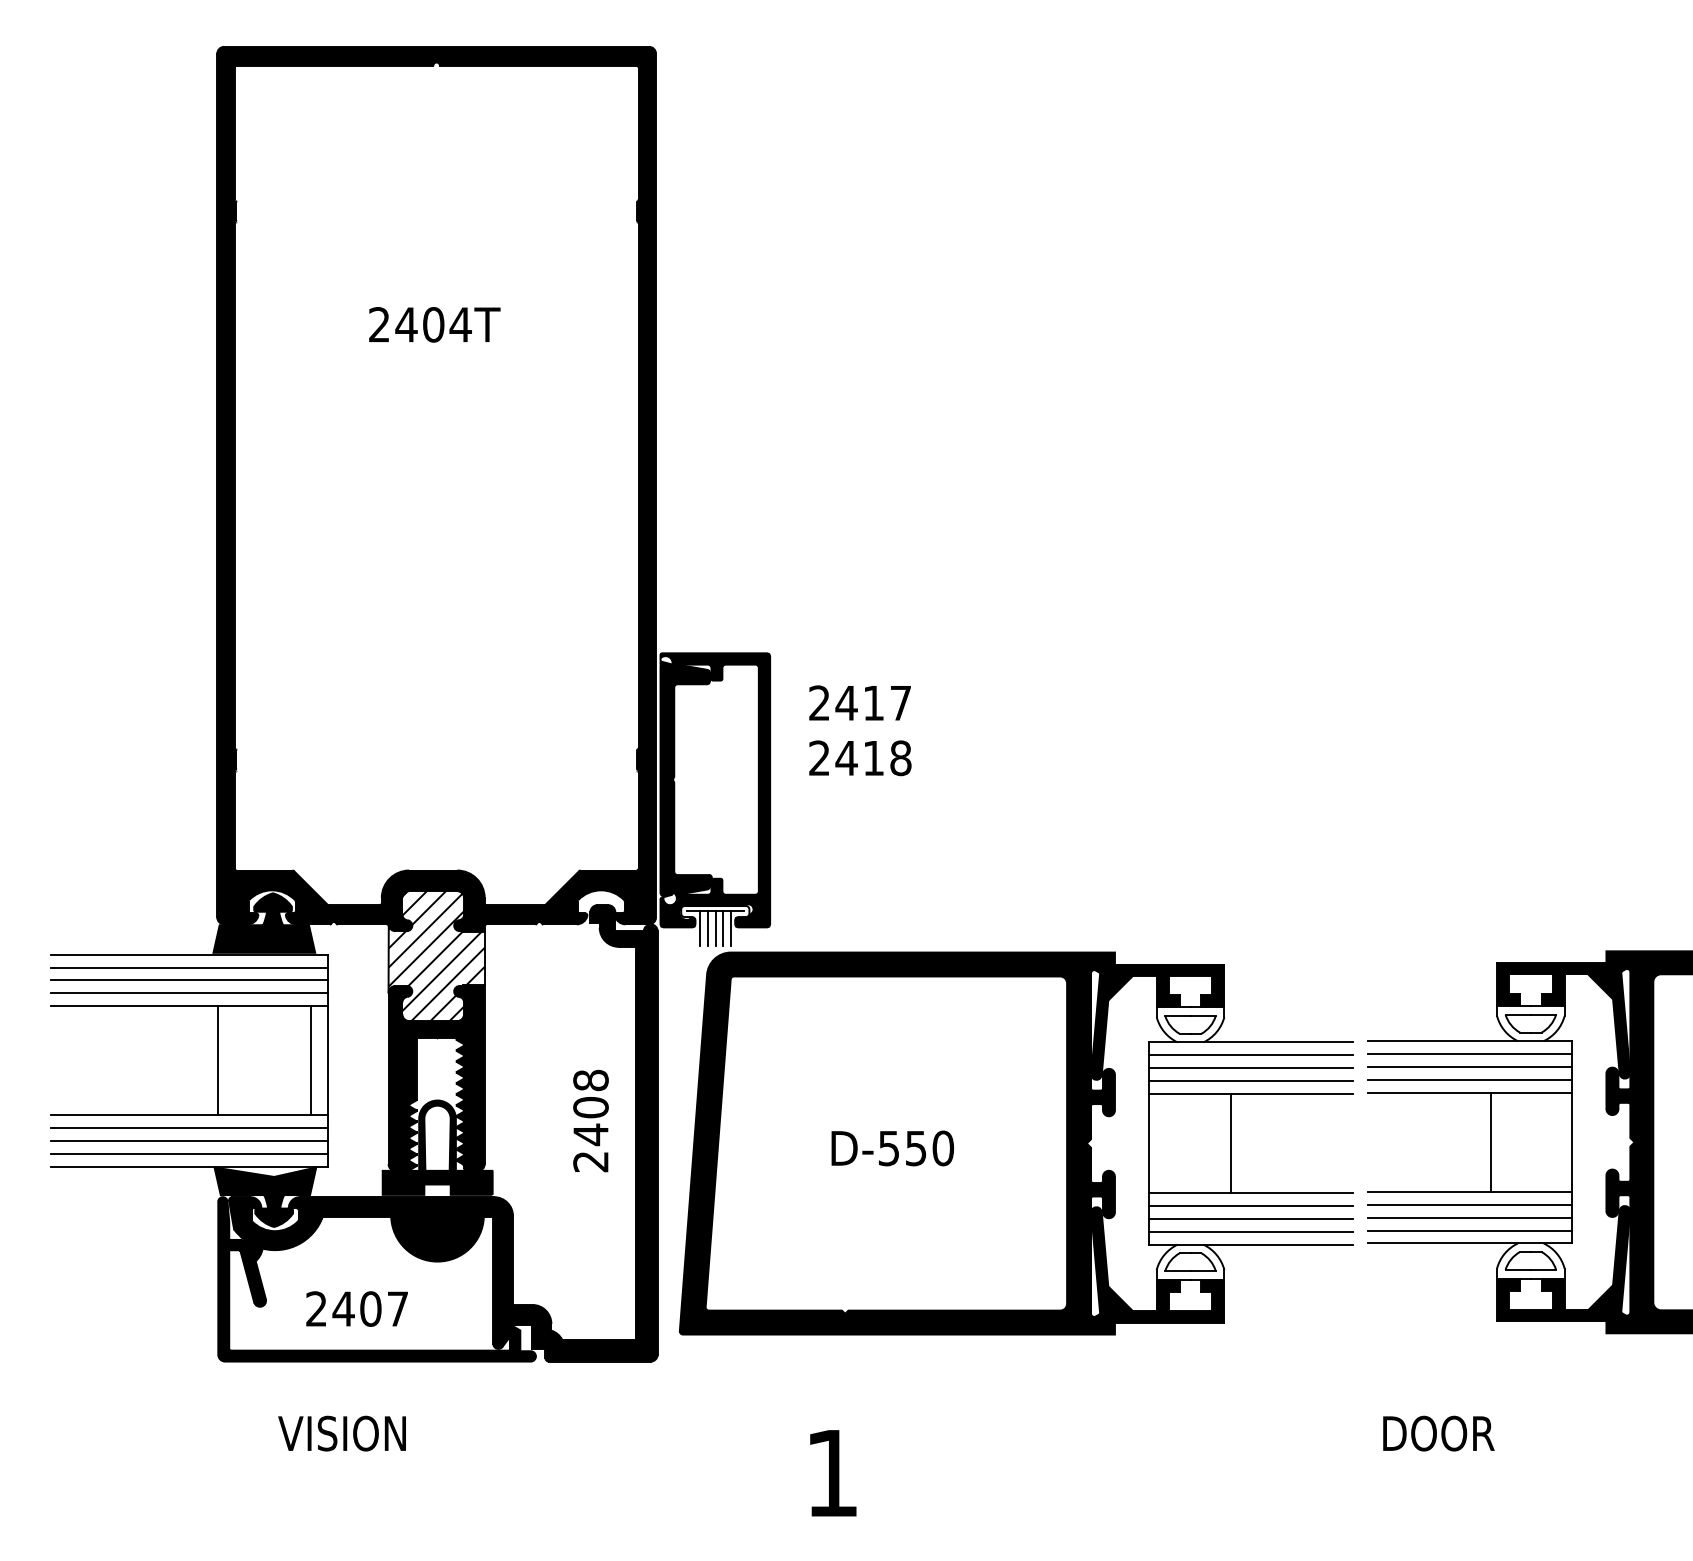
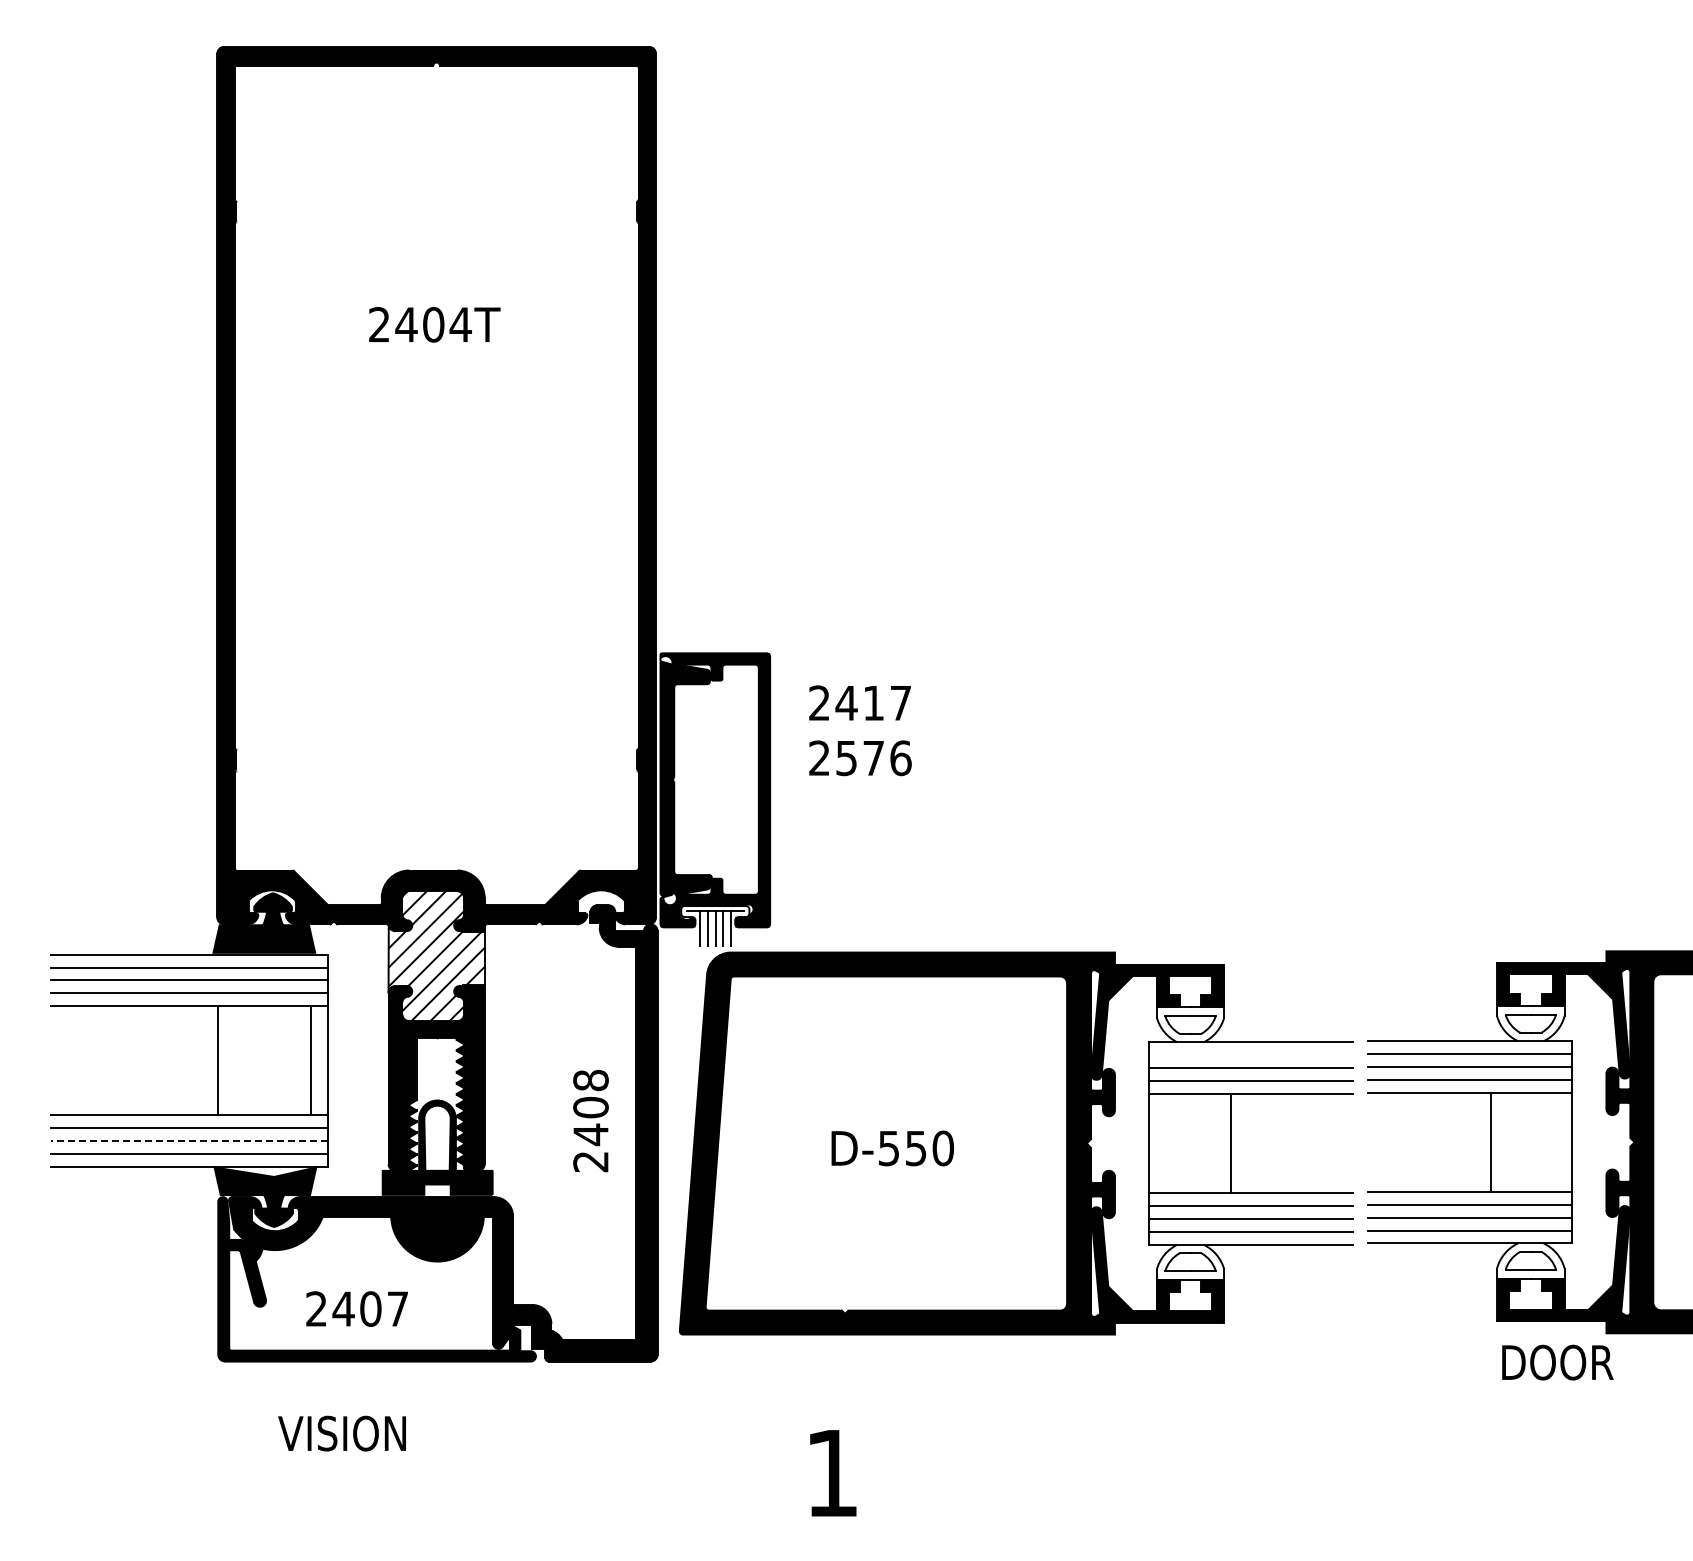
text at (873, 758): 2418 -> 2576
line at (1250, 1055): present -> none
line at (189, 1141): solid -> dashed
text at (1438, 1433) position: (1438, 1433) -> (1557, 1362)
